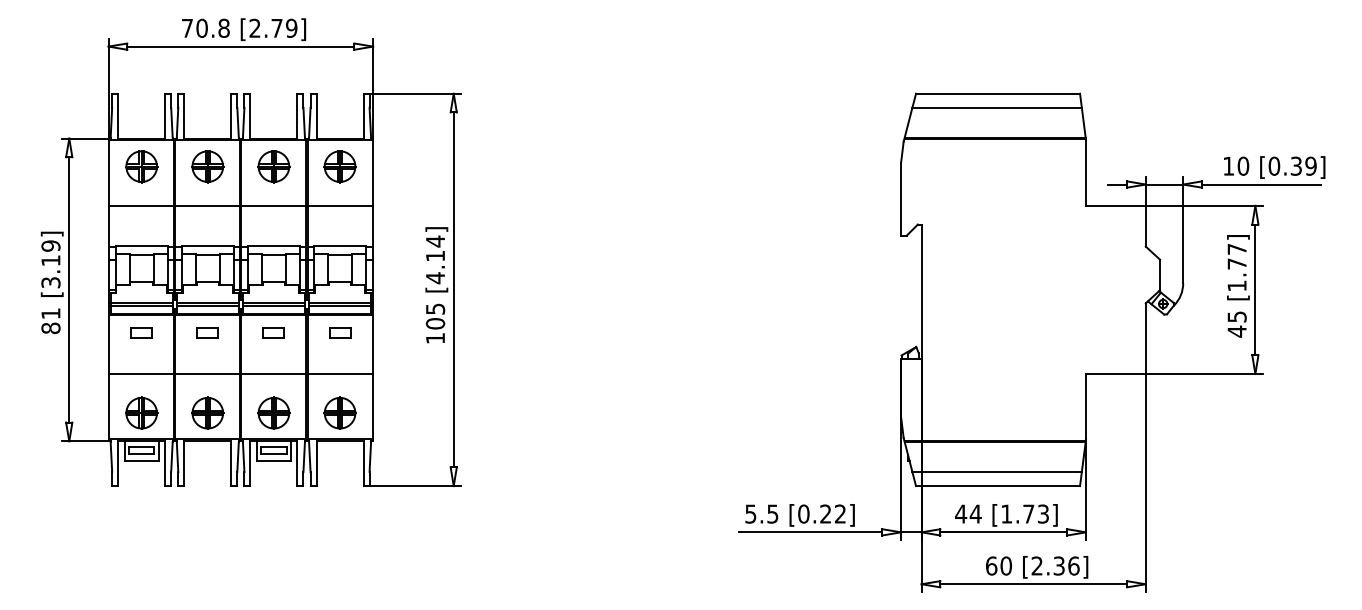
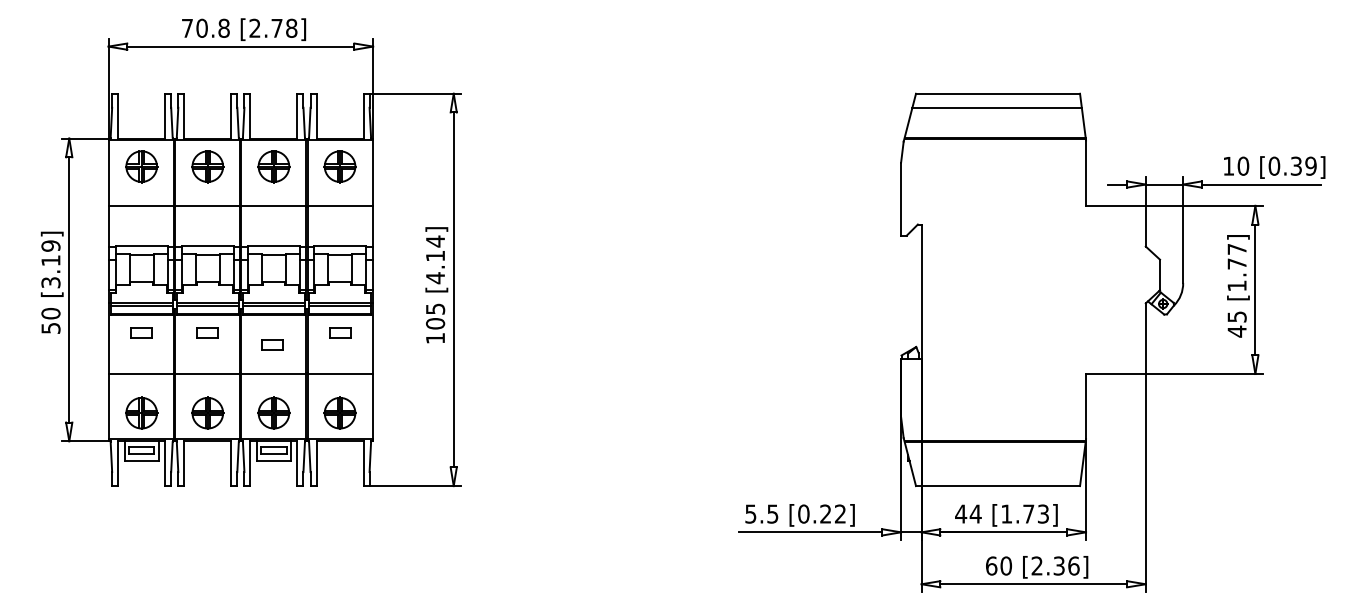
text at (291, 28): [2.79] -> [2.78]
text at (50, 321): 81 -> 50
part at (273, 332) position: (273, 332) -> (272, 344)
line at (996, 472): present -> none
